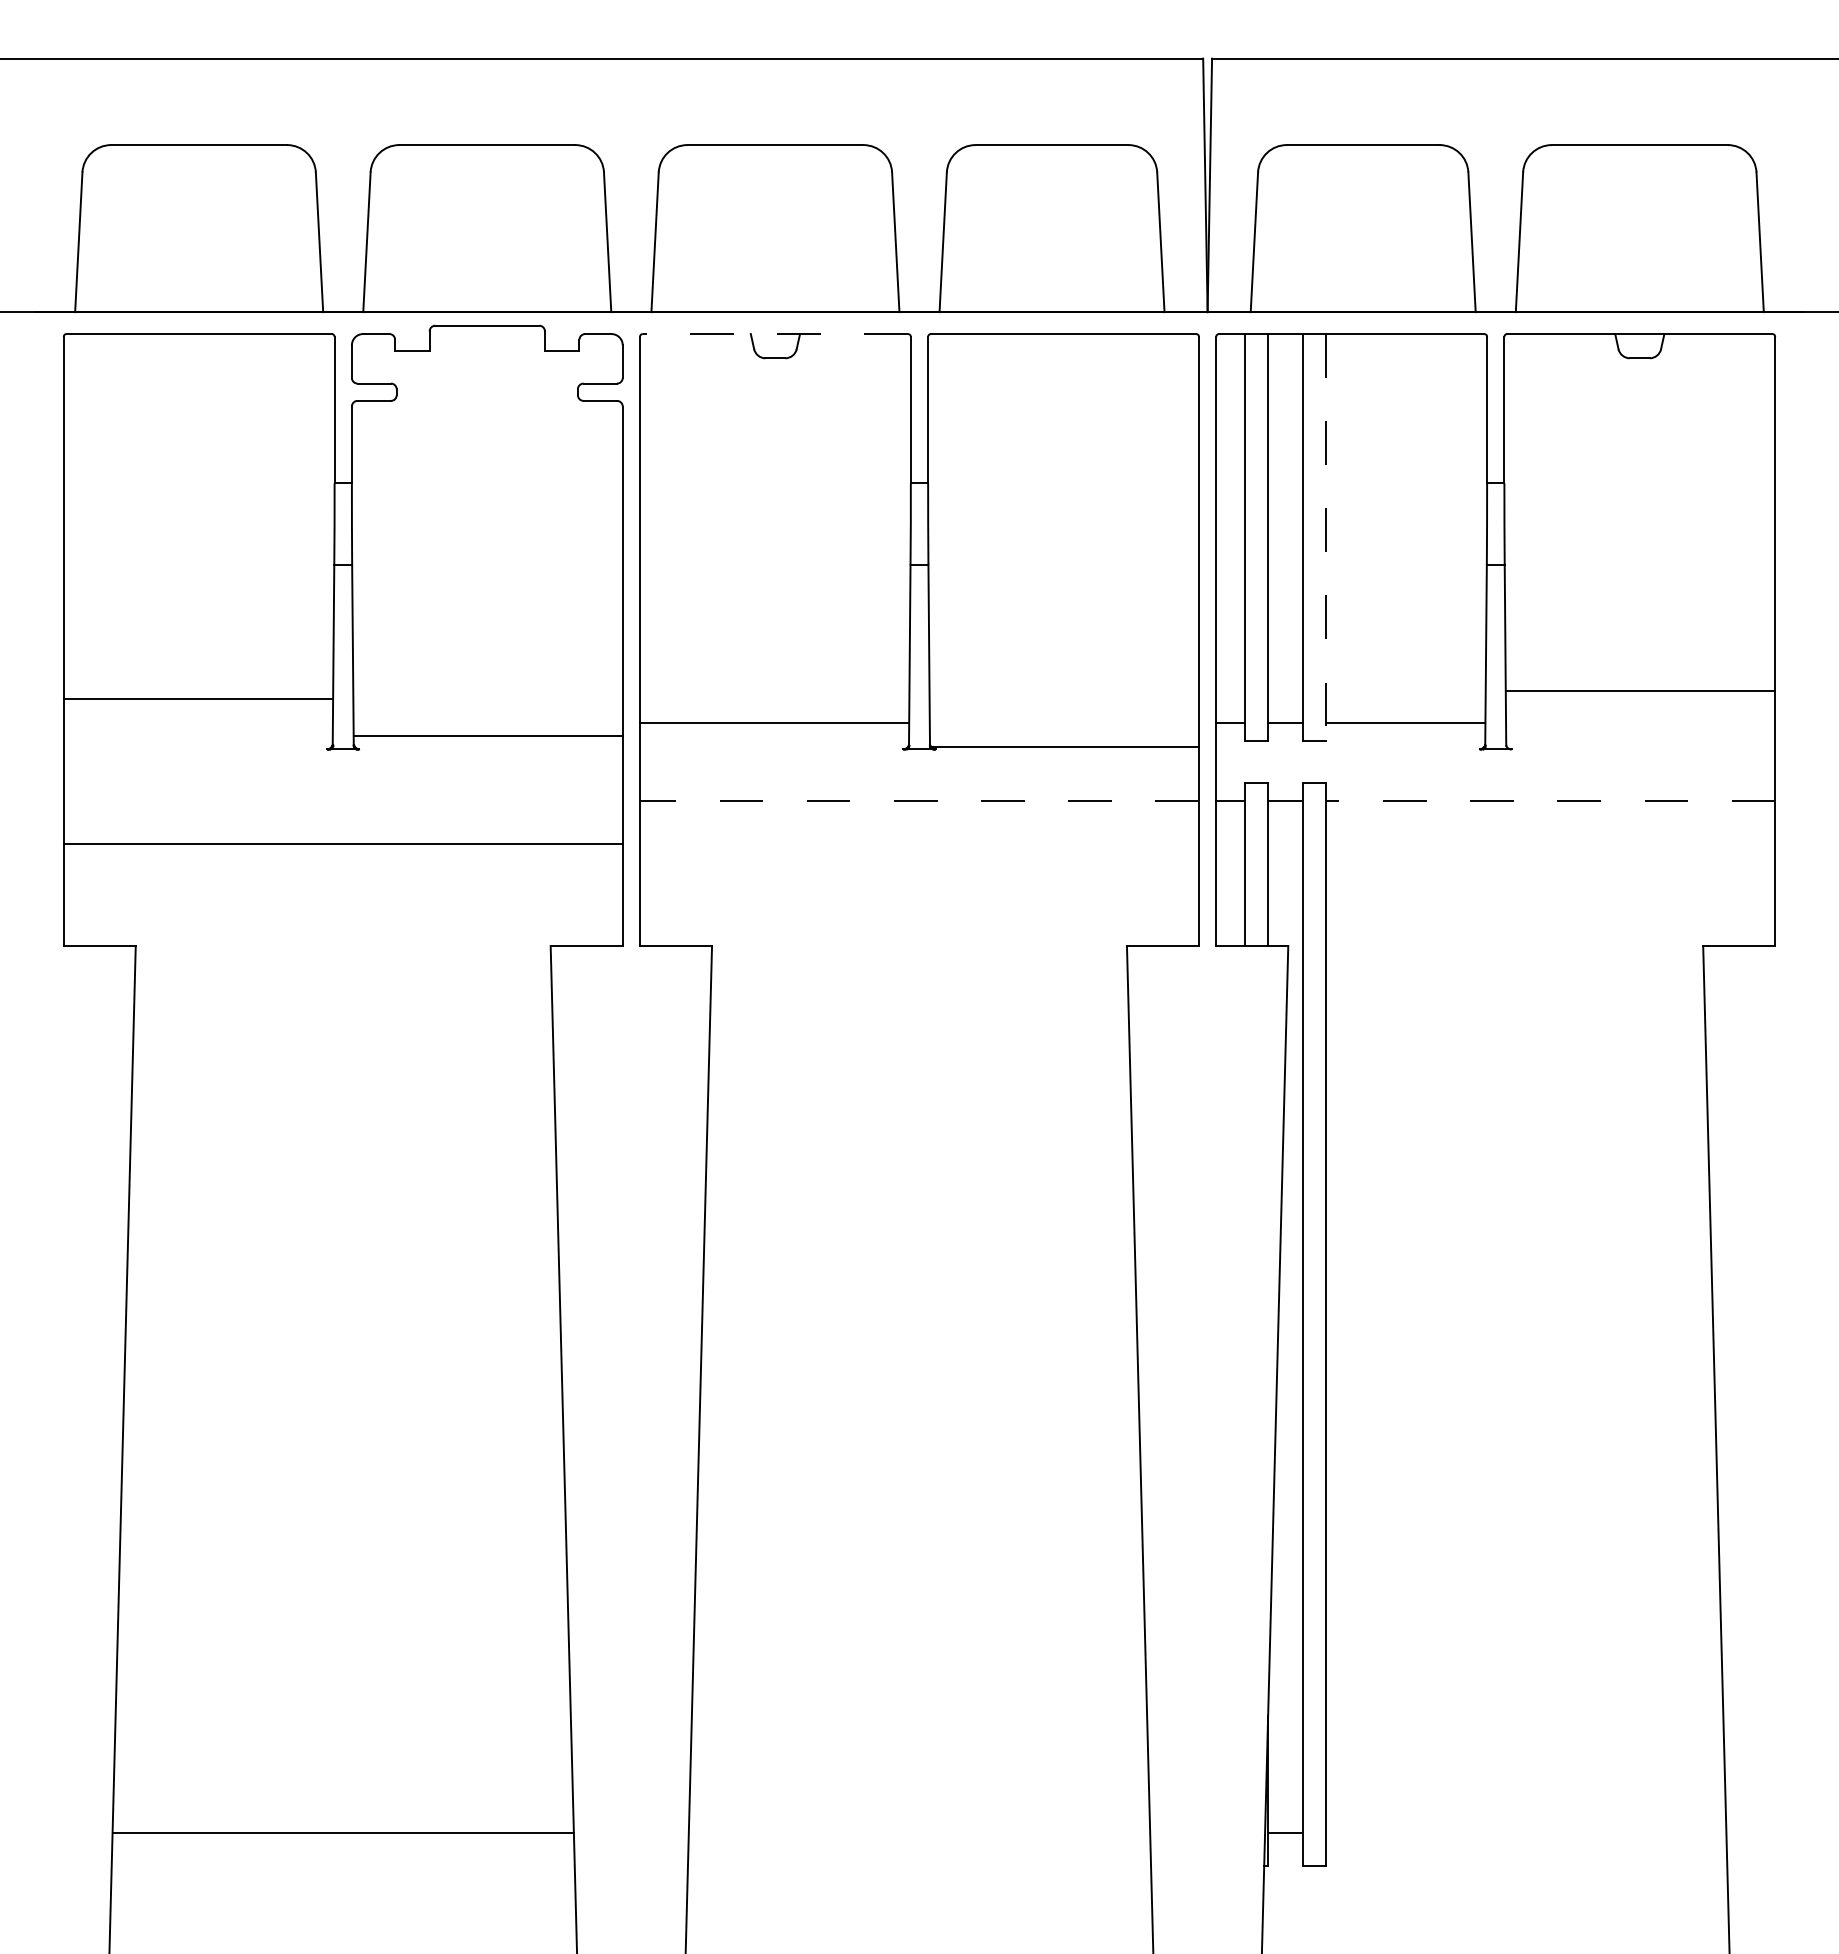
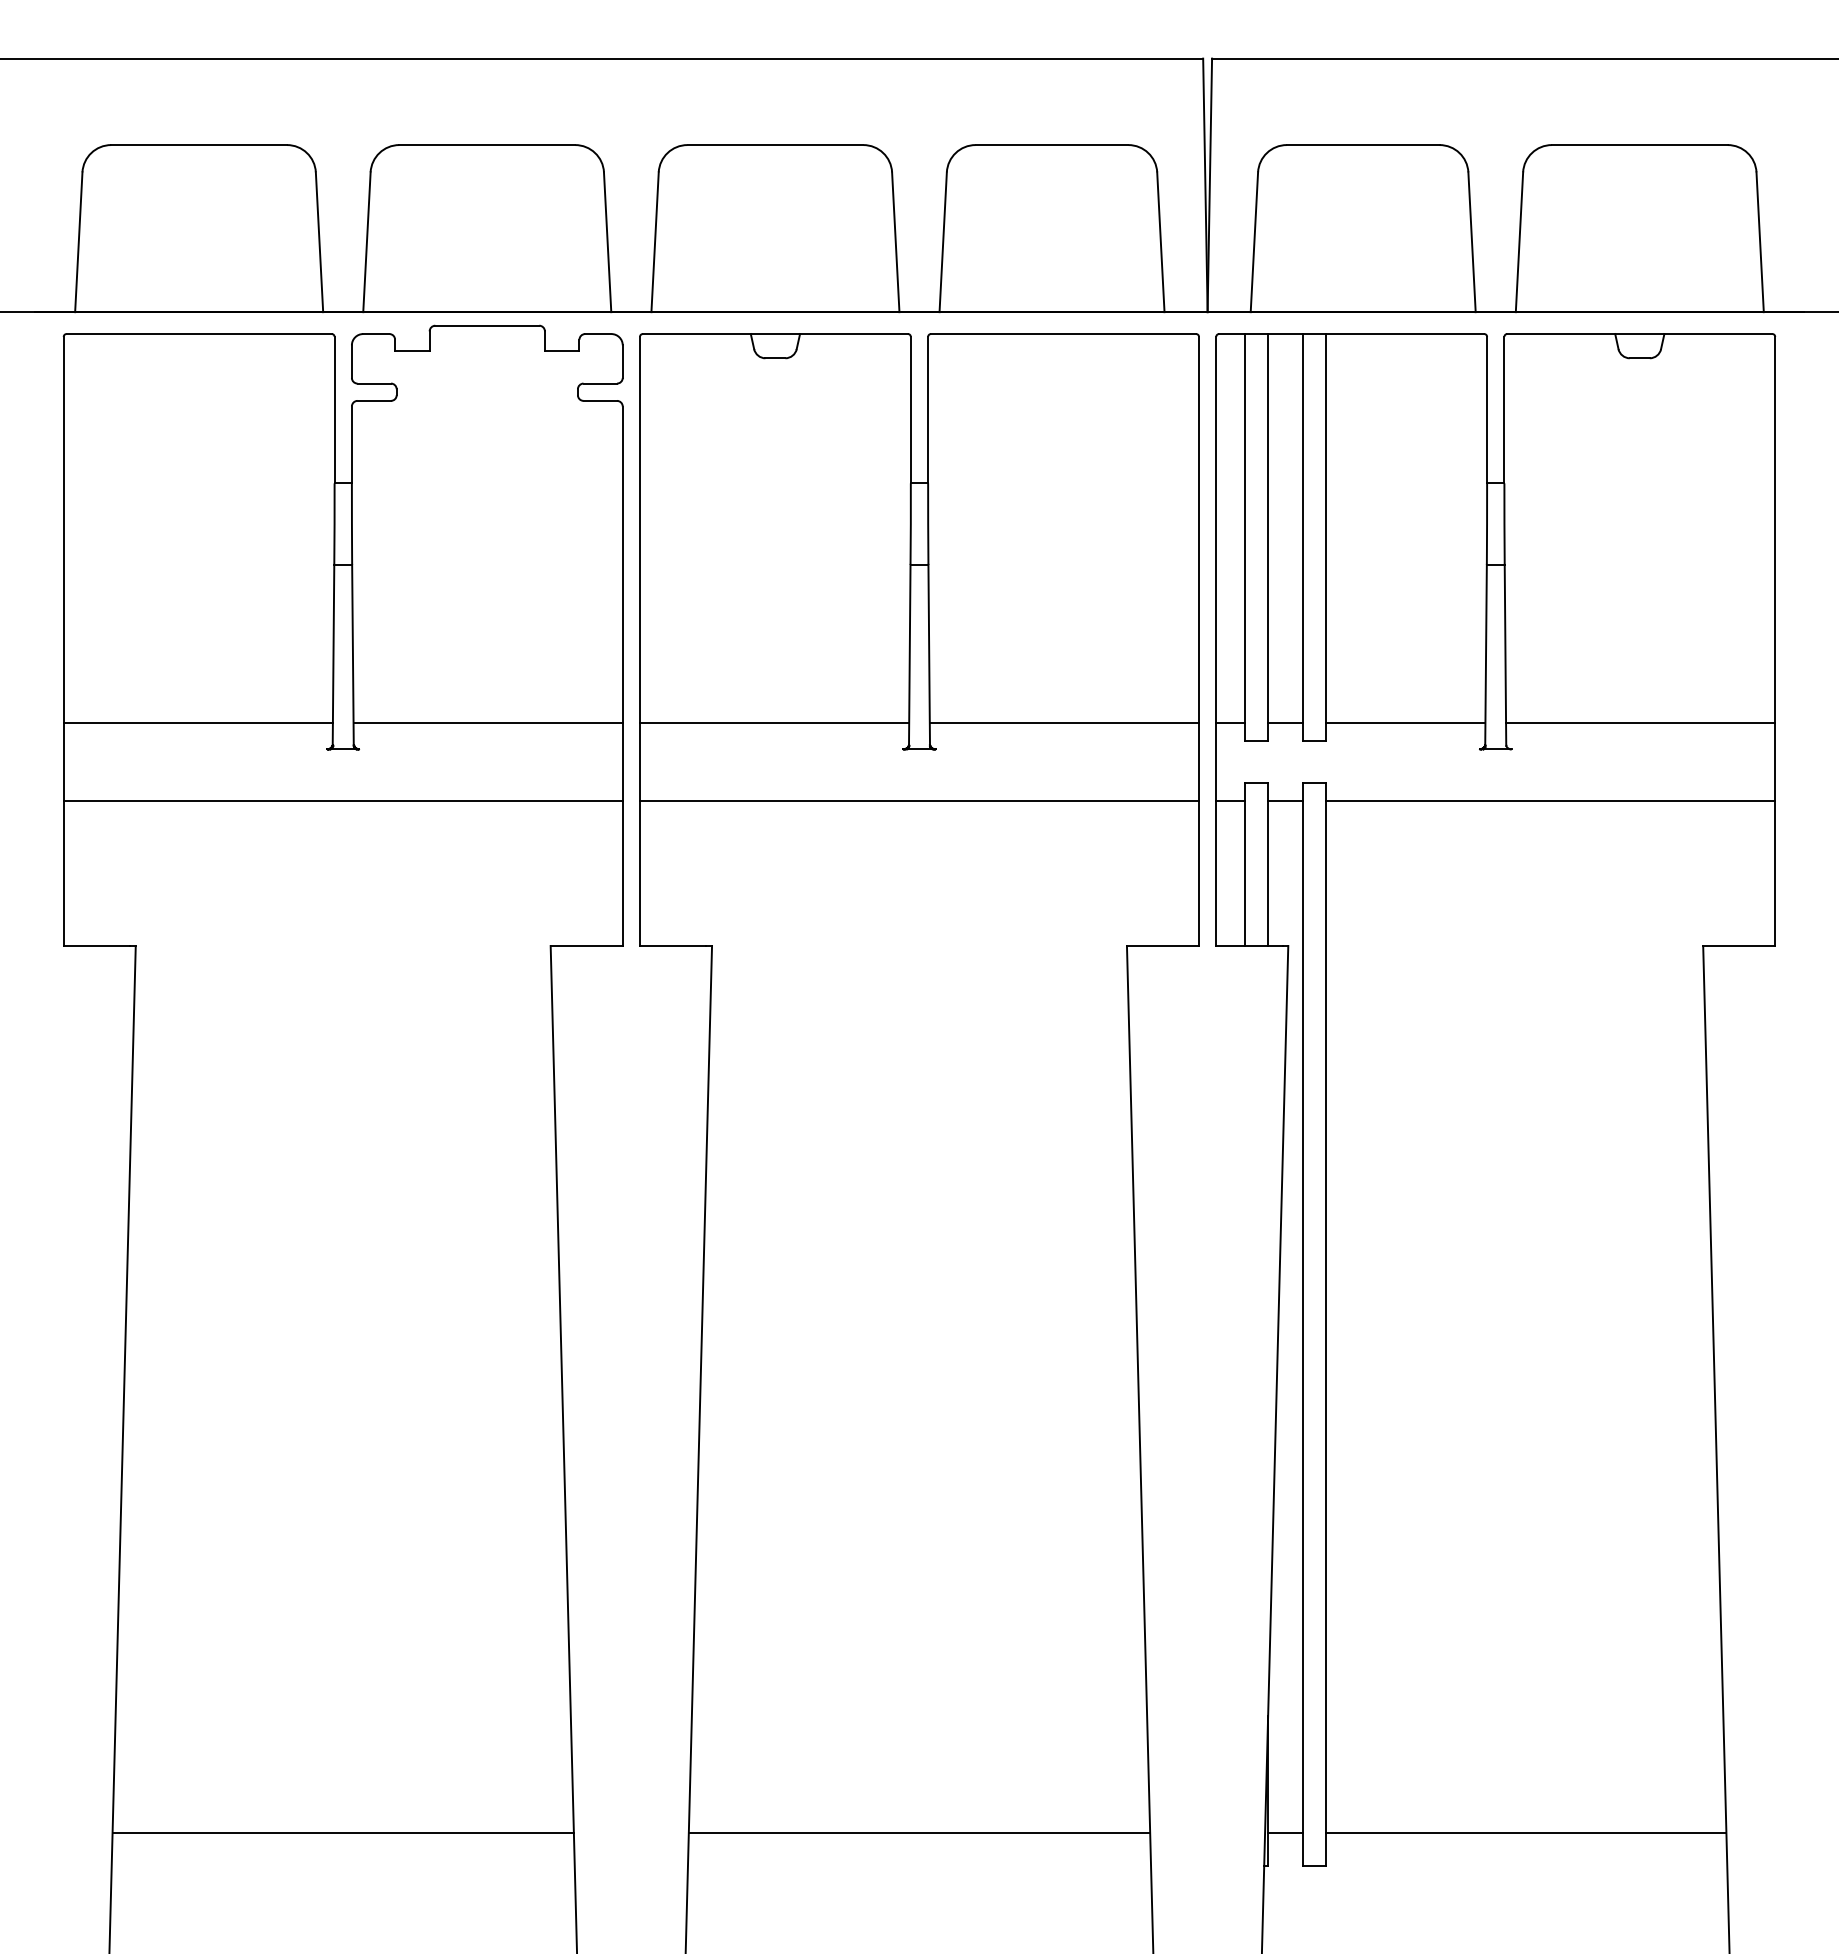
line at (775, 334): dashed -> solid
line at (1325, 537): dashed -> solid
line at (1640, 690) position: (1640, 690) -> (1640, 722)
line at (197, 698) position: (197, 698) -> (197, 722)
line at (487, 735) position: (487, 735) -> (487, 722)
line at (1063, 746) position: (1063, 746) -> (1063, 722)
line at (919, 800): dashed -> solid
line at (1550, 800): dashed -> solid
line at (342, 843) position: (342, 843) -> (342, 800)
line at (919, 1832): none -> present
line at (1525, 1832): none -> present
